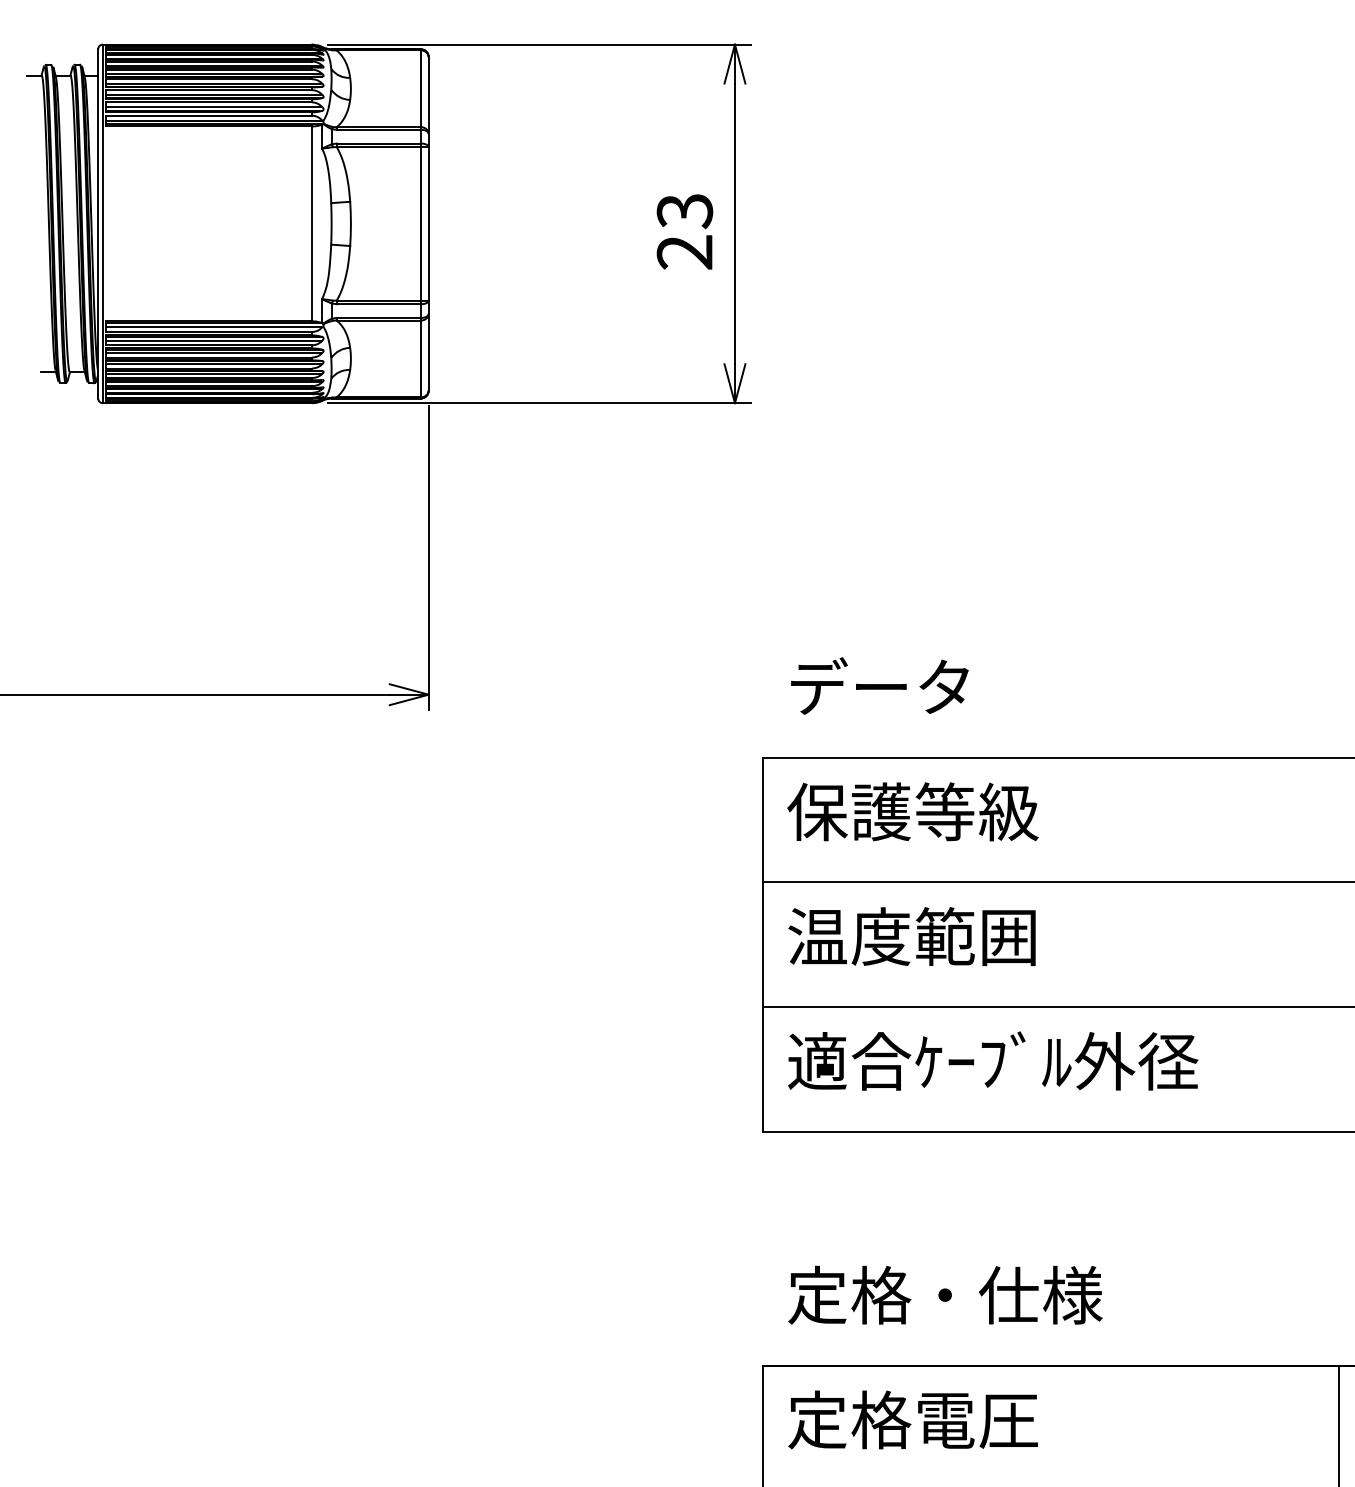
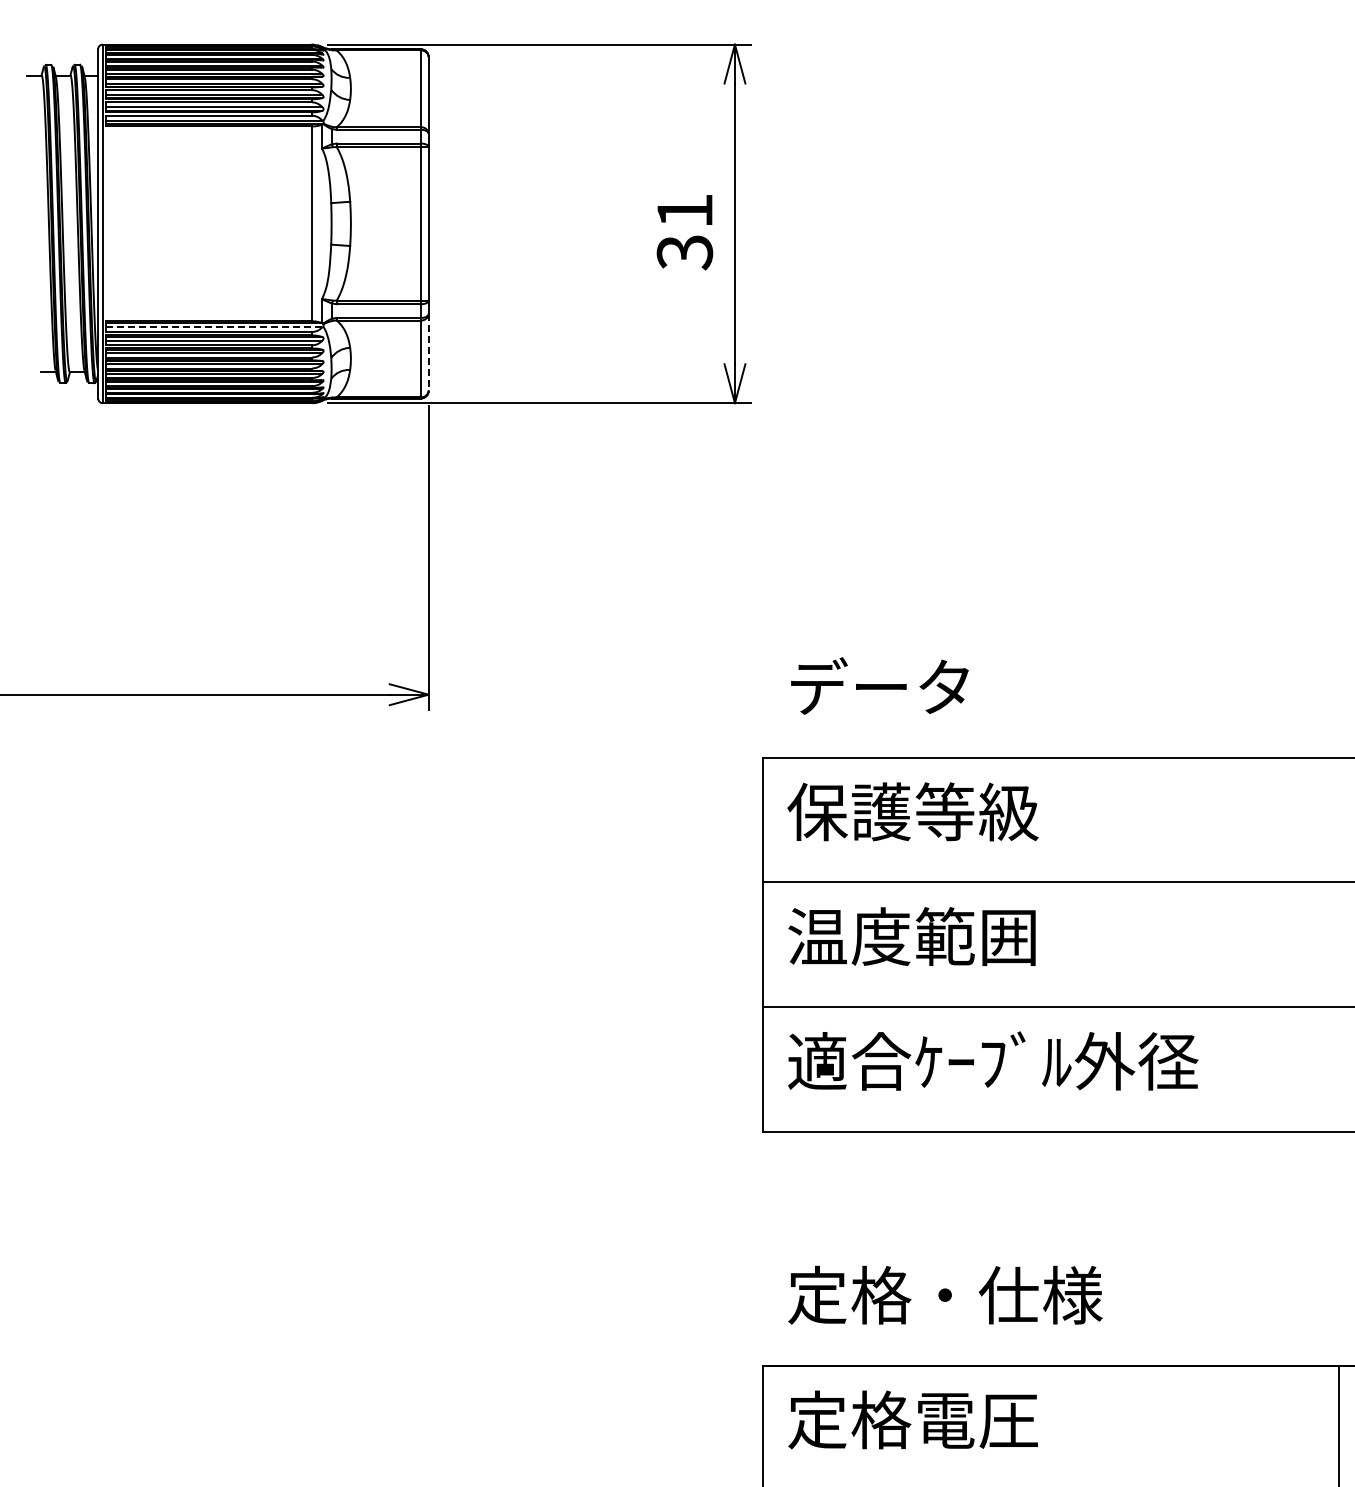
text at (684, 232): 23 -> 31
line at (214, 327): solid -> dashed
line at (428, 352): solid -> dashed
